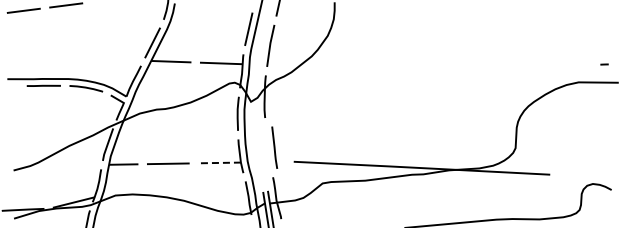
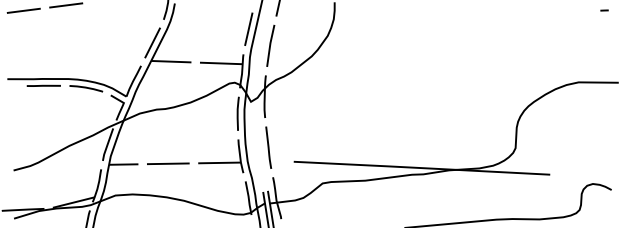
line at (604, 64) position: (604, 64) -> (604, 10)
line at (274, 147) position: (274, 147) -> (268, 147)
line at (219, 162): dashed -> solid
